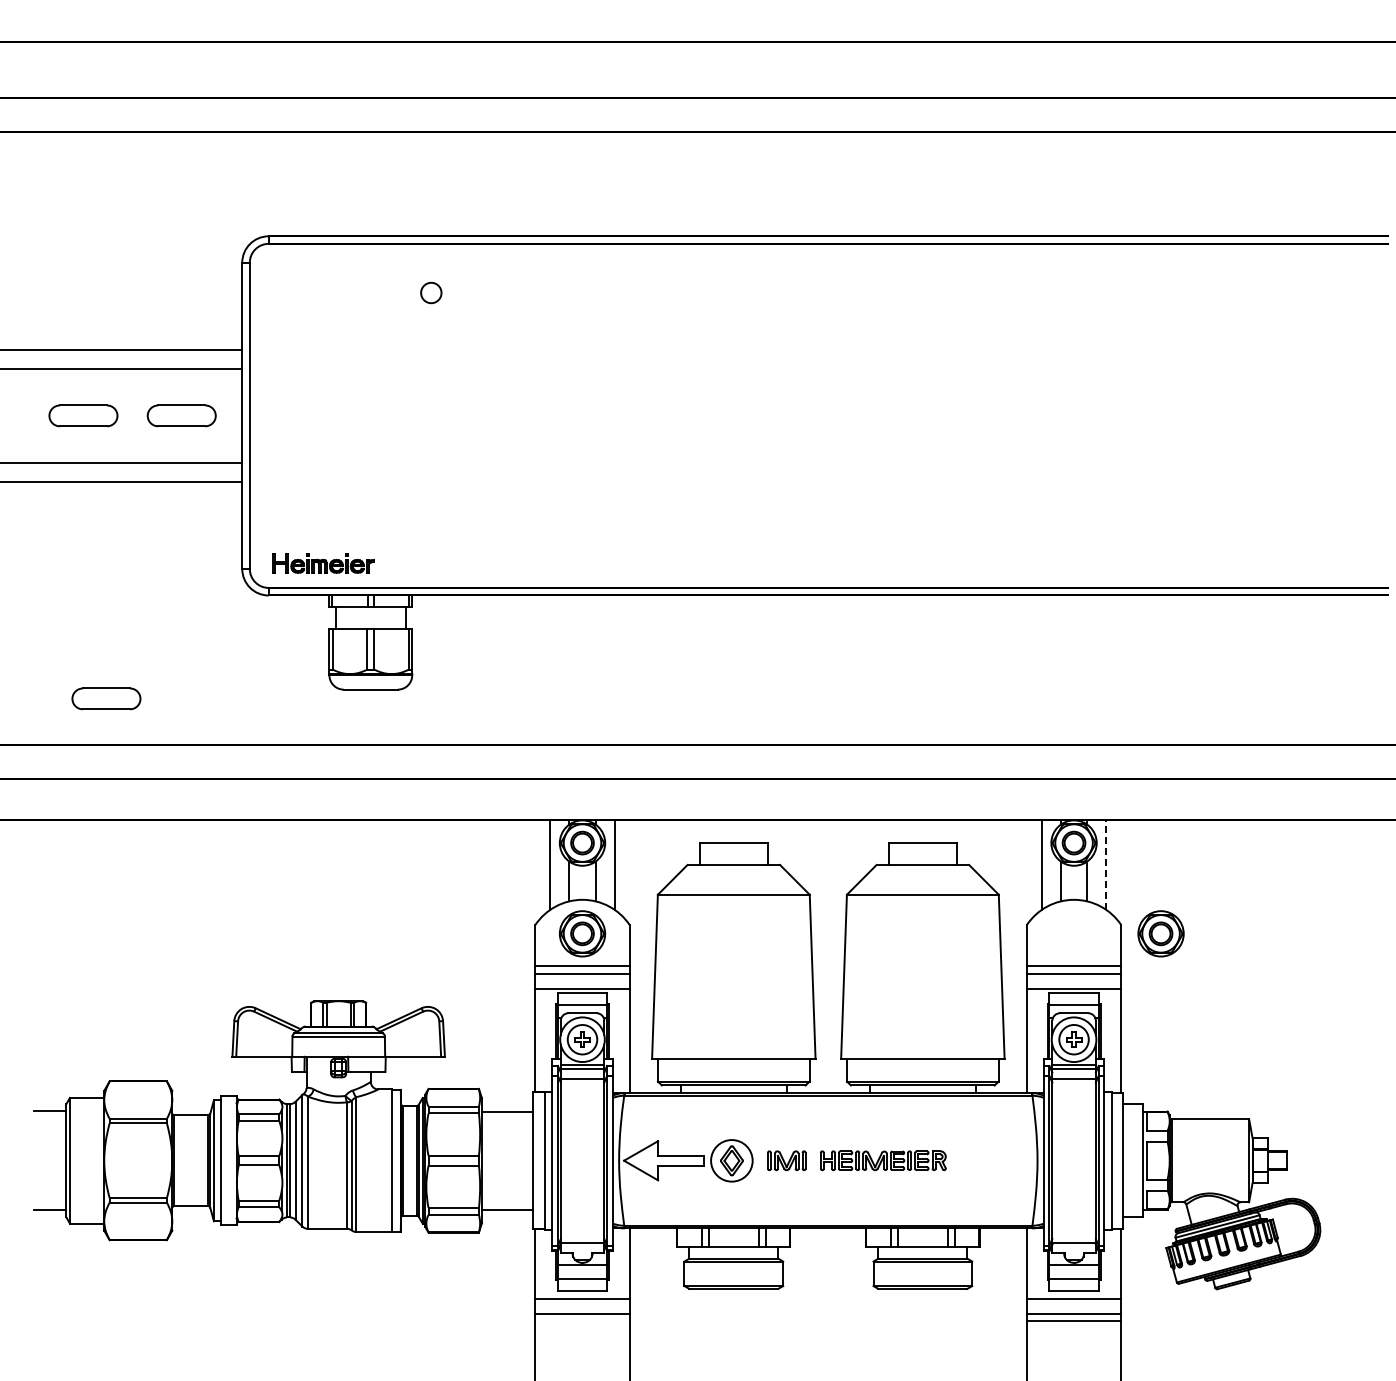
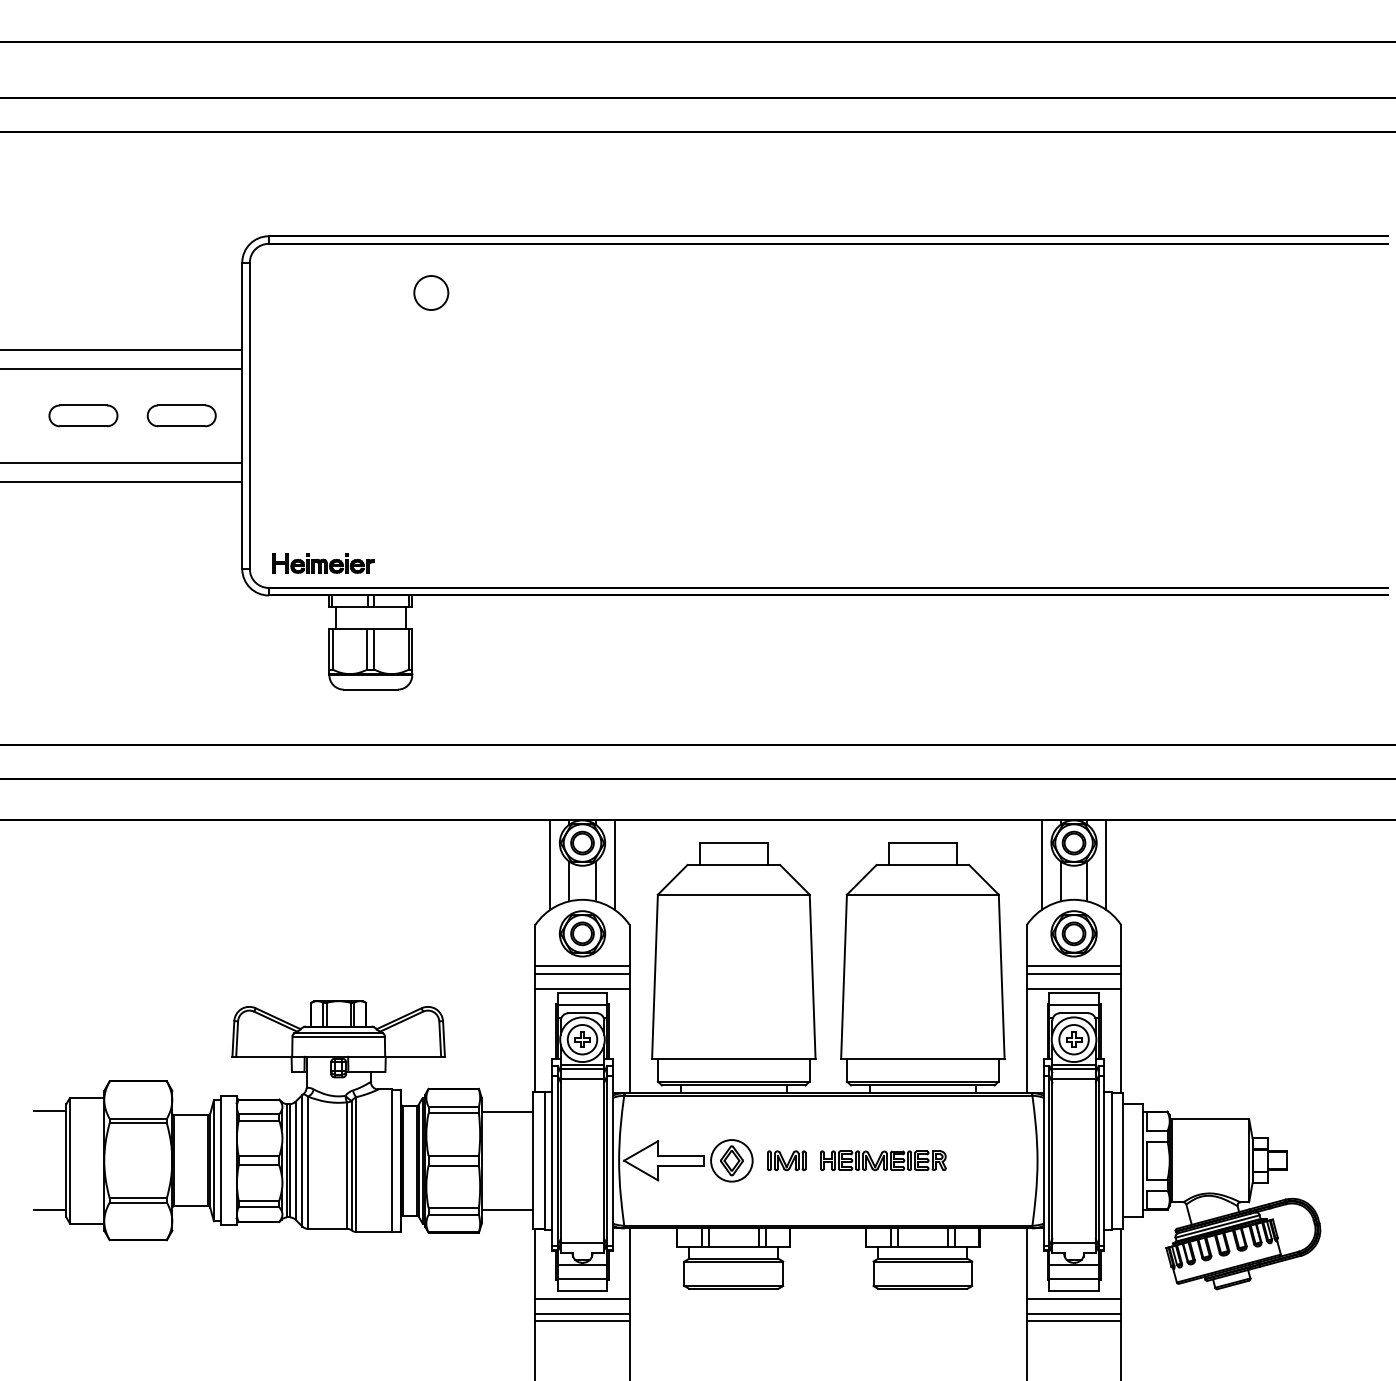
circle at (431, 292) diameter: 20 px -> 34 px
part at (106, 698): present -> none
line at (1106, 865): dashed -> solid
part at (1160, 933) position: (1160, 933) -> (1073, 933)
line at (582, 1321): none -> present
